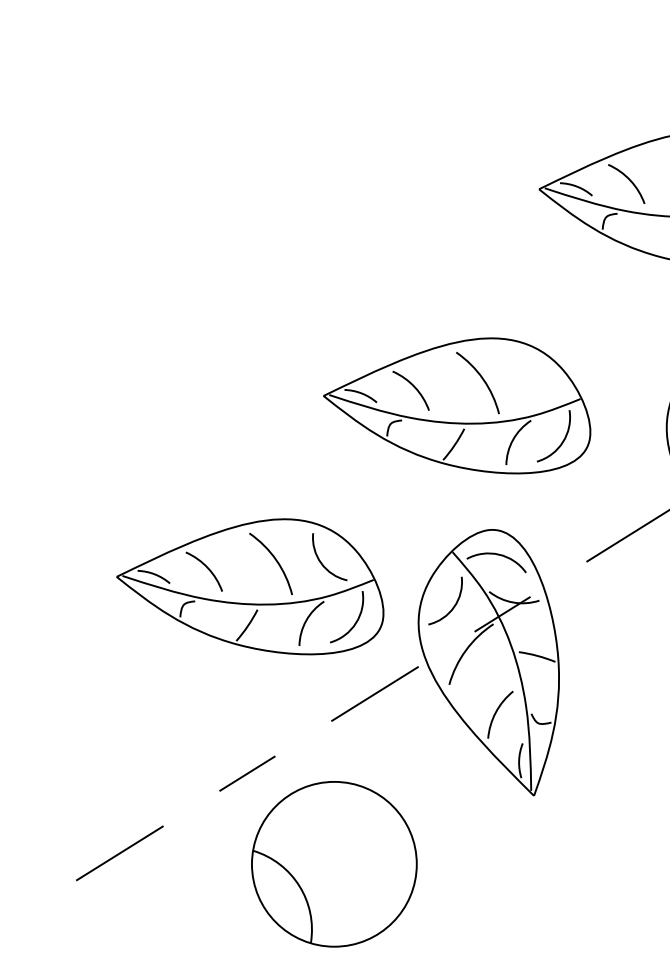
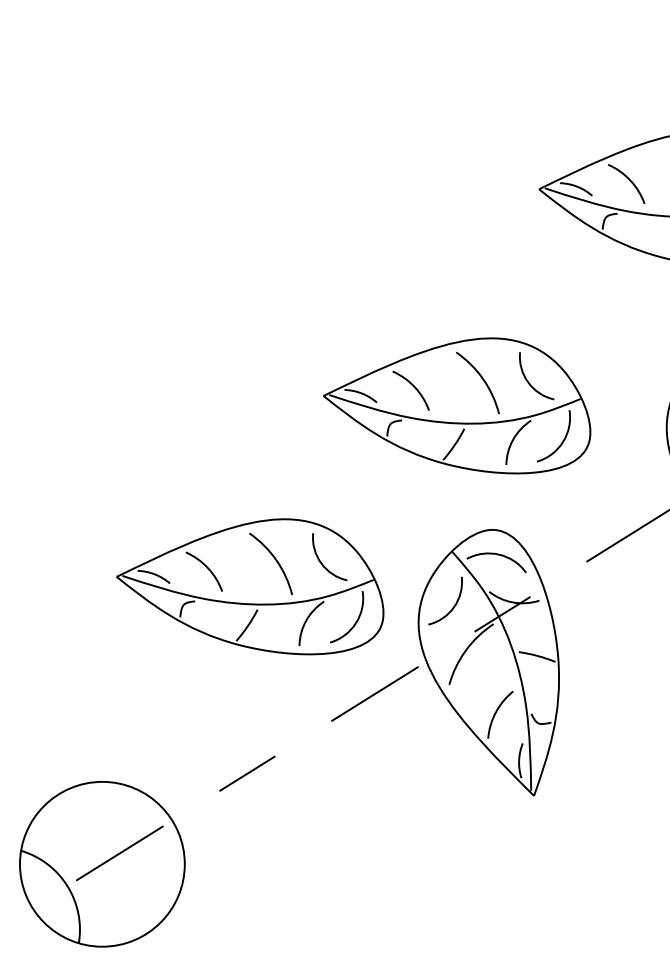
arc at (528, 380): none -> present
part at (334, 864) position: (334, 864) -> (102, 864)
